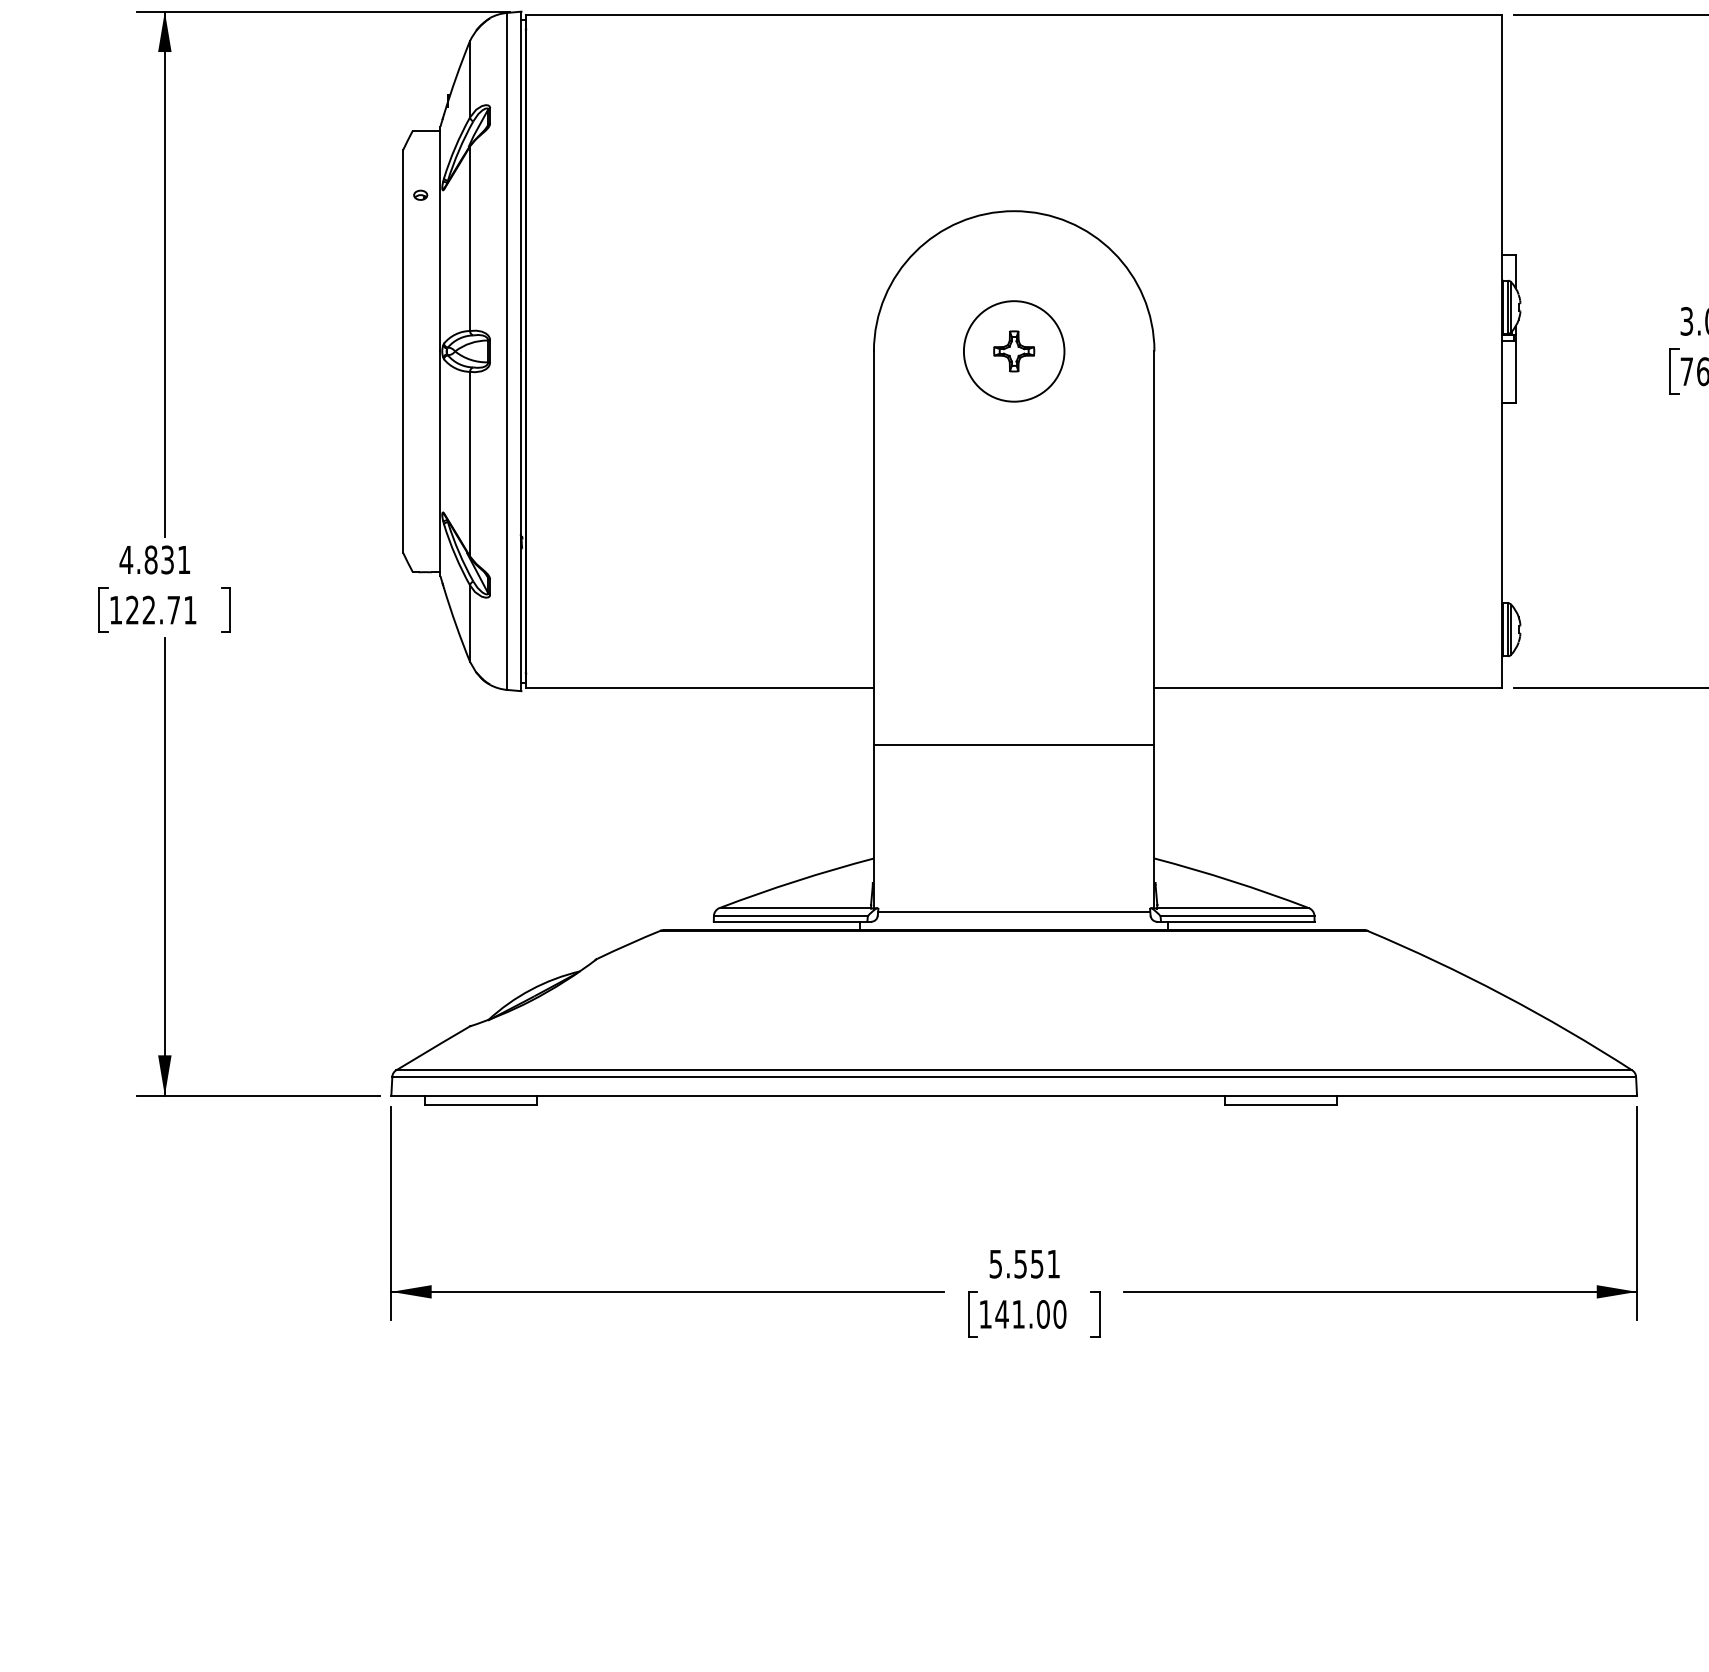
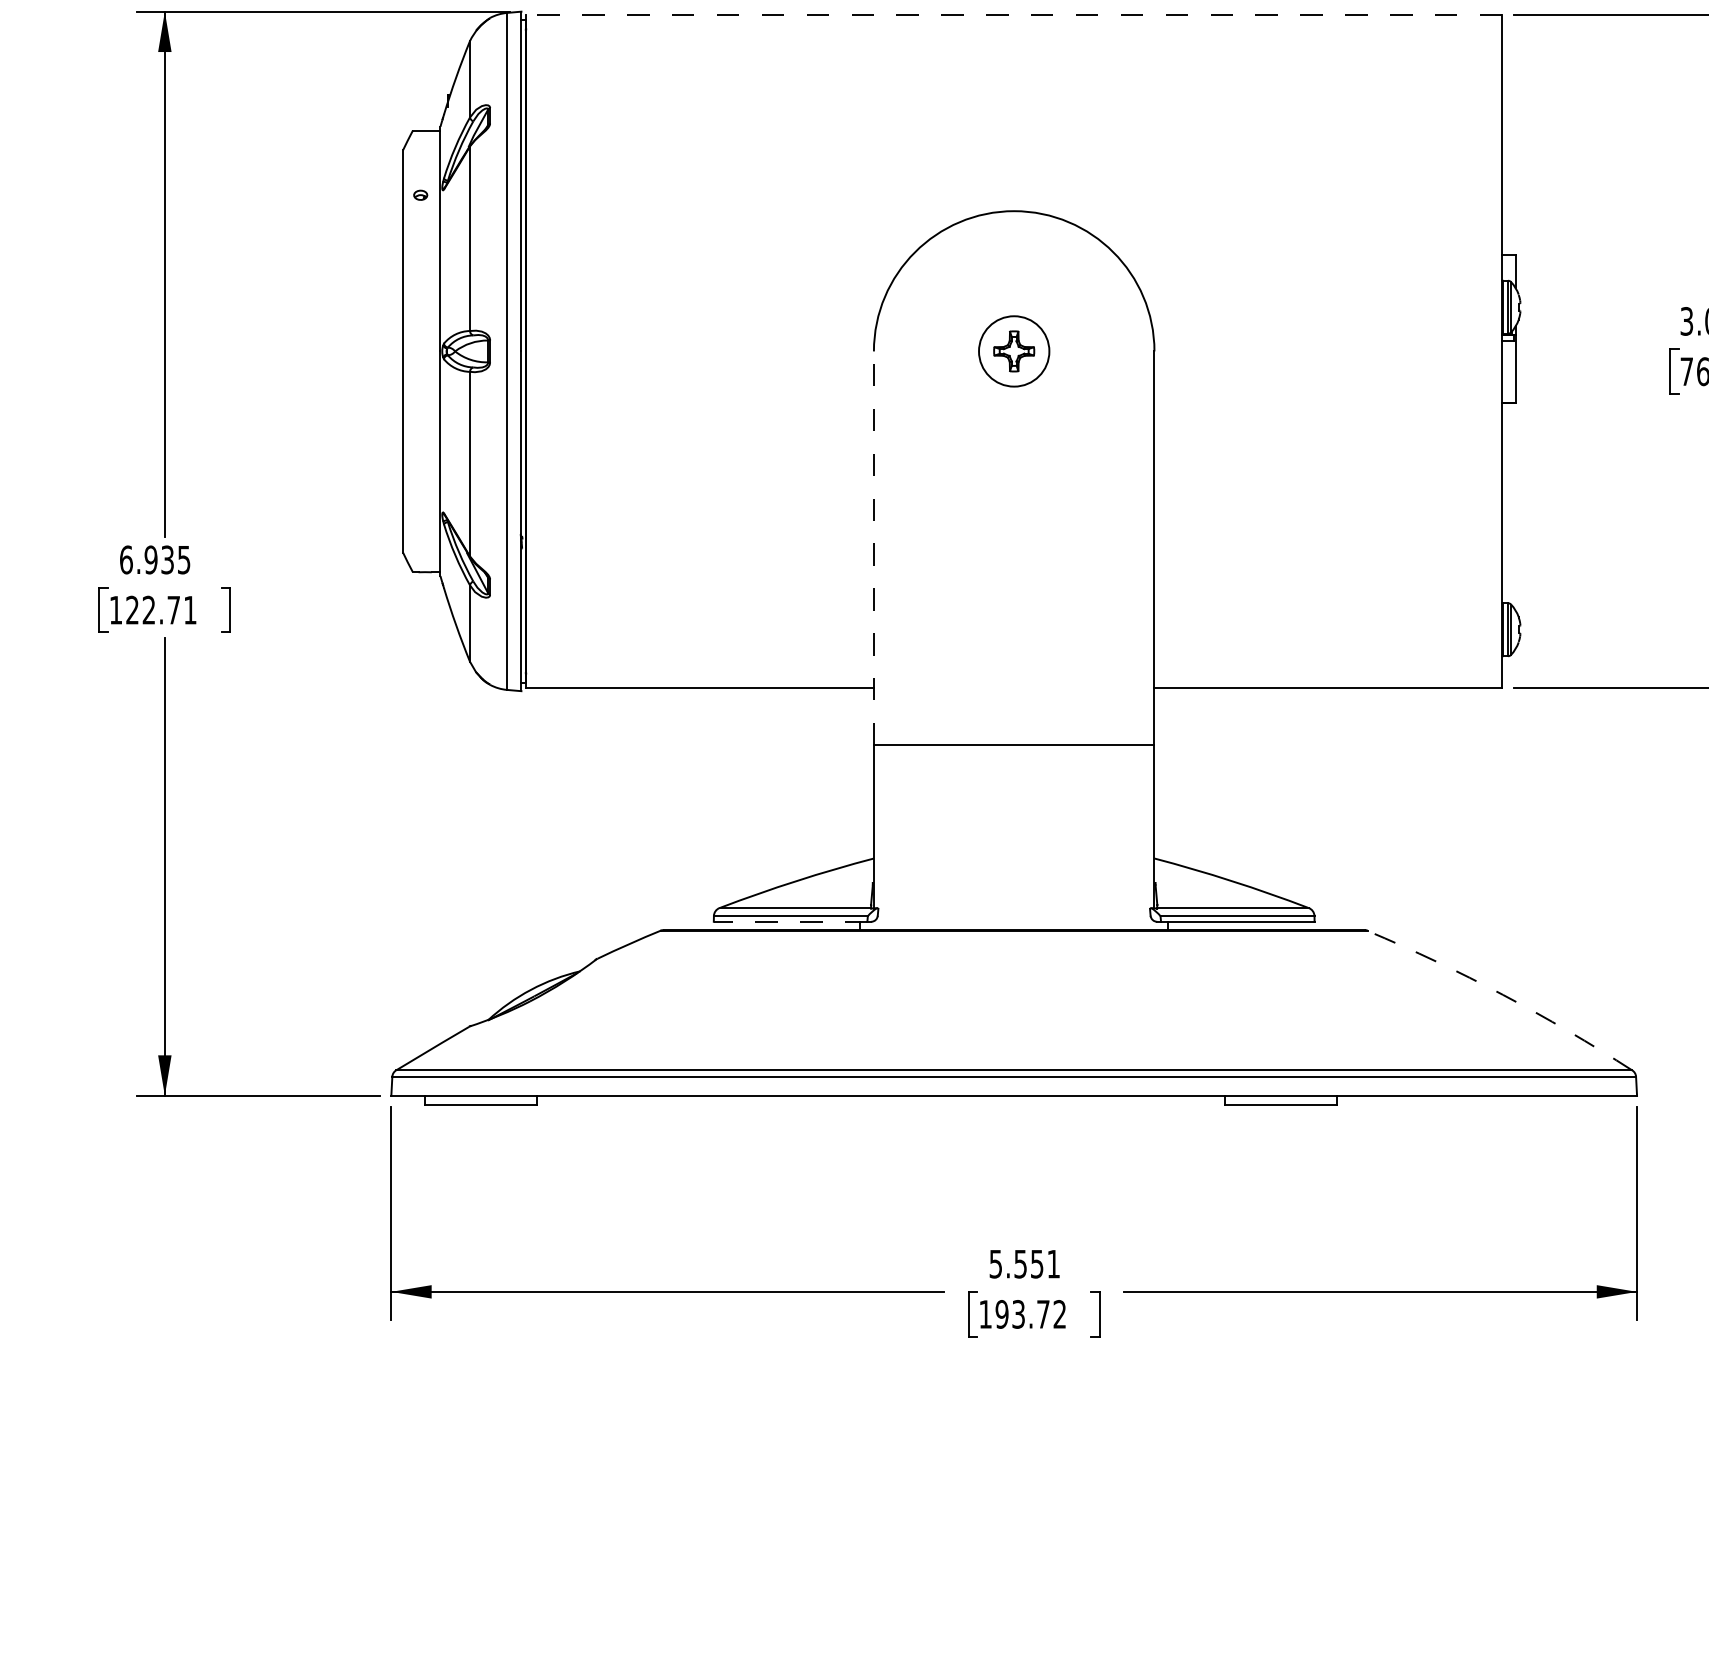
line at (1013, 14): solid -> dashed
circle at (1013, 351) diameter: 101 px -> 70 px
line at (873, 548): solid -> dashed
text at (154, 559): 4.831 -> 6.935
line at (1014, 912): present -> none
line at (790, 921): solid -> dashed
arc at (1503, 994): solid -> dashed
text at (1030, 1314): 141.00 -> 193.72
